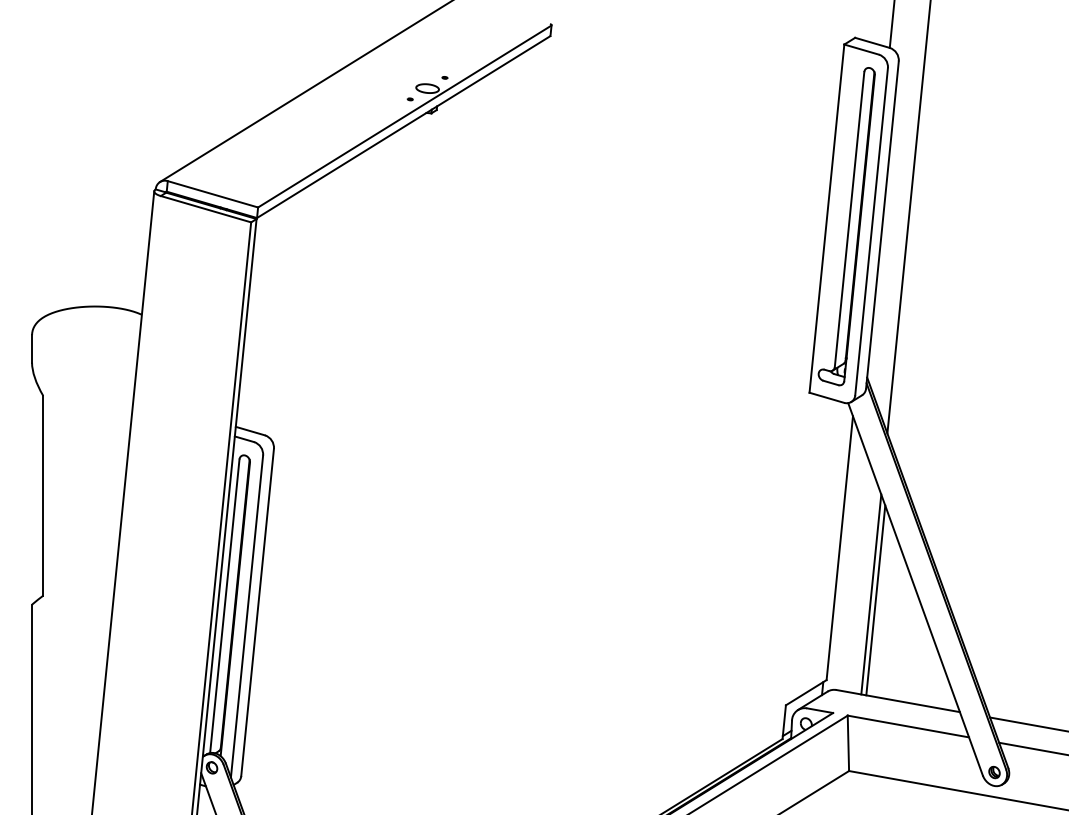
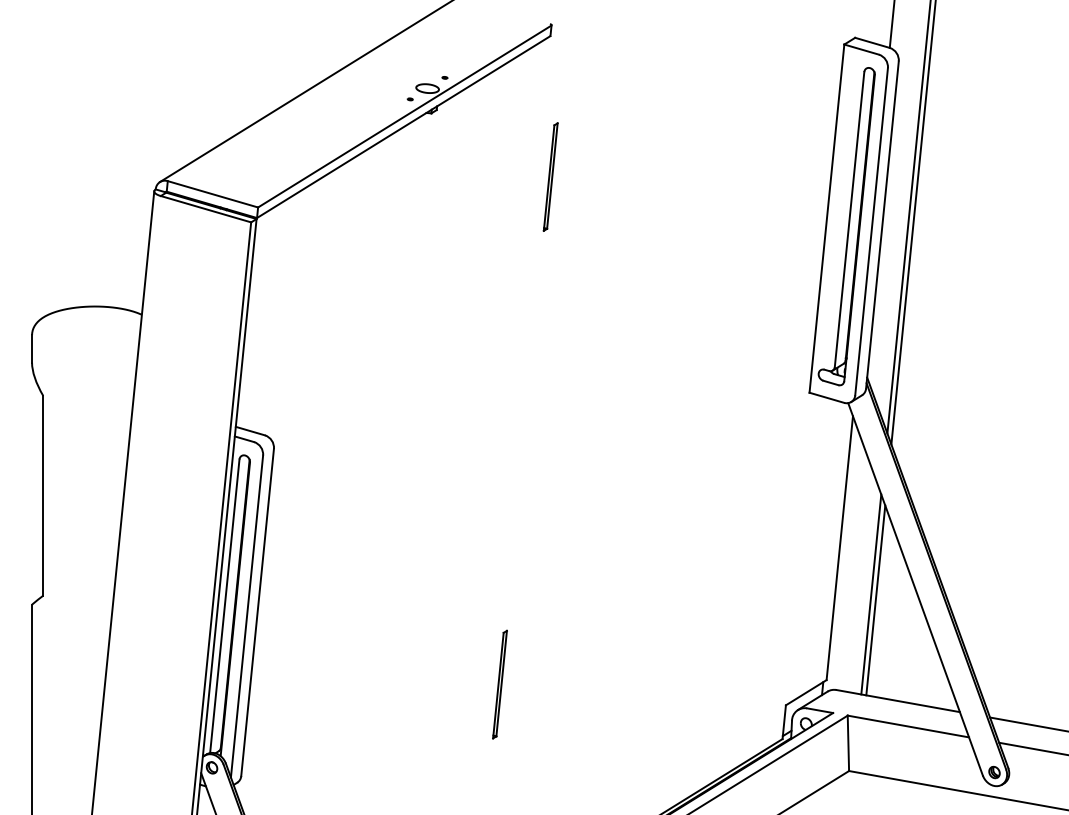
part at (550, 176): none -> present
line at (913, 223): none -> present
part at (499, 684): none -> present
